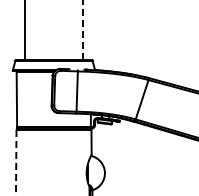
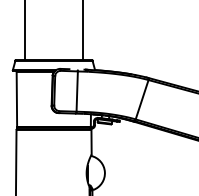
line at (83, 29): dashed -> solid
line at (16, 162): dashed -> solid
